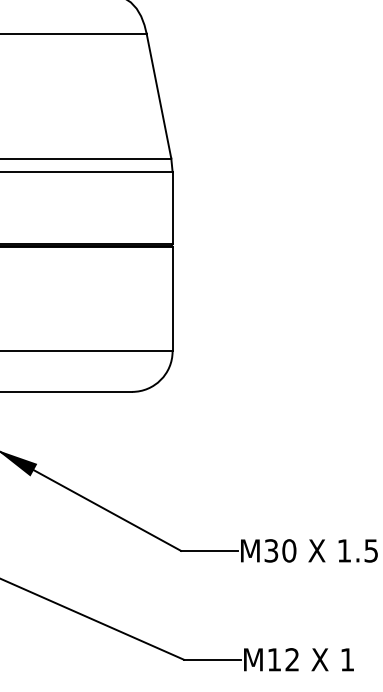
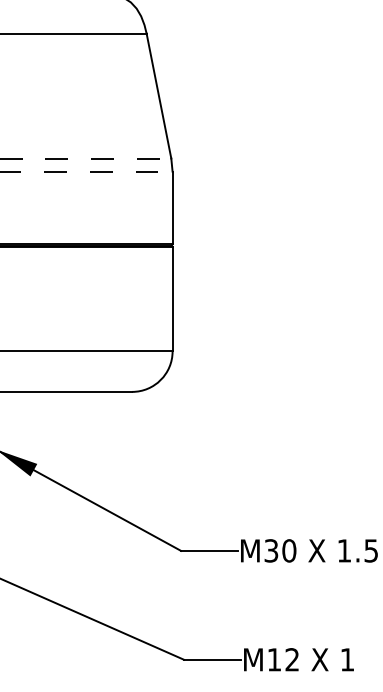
line at (86, 158): solid -> dashed
line at (86, 171): solid -> dashed
